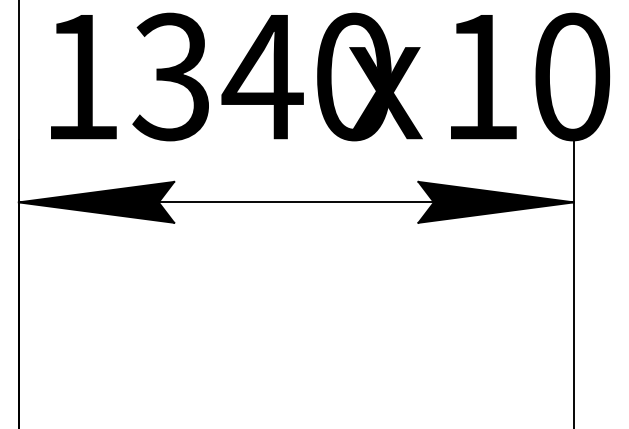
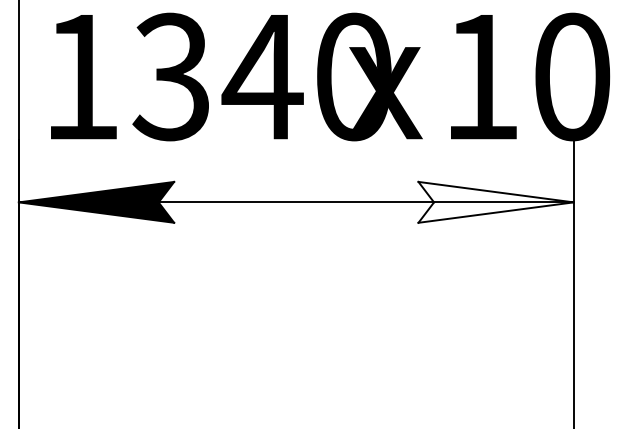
fill at (495, 201): present -> none
